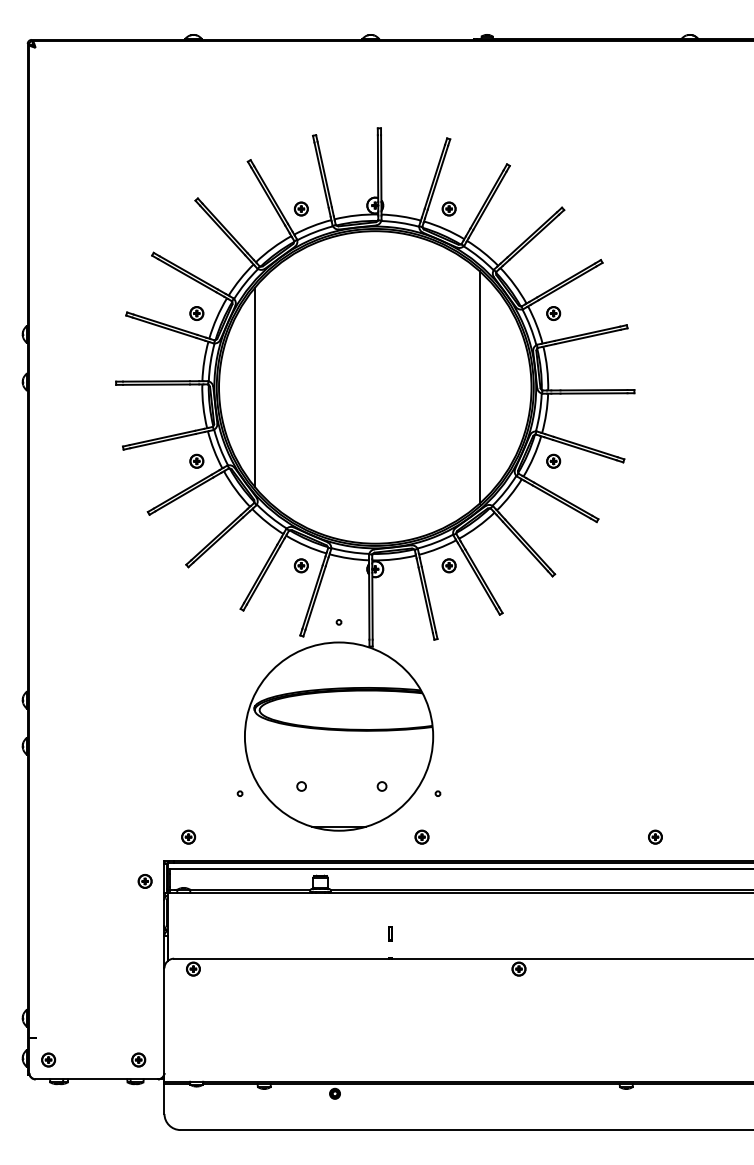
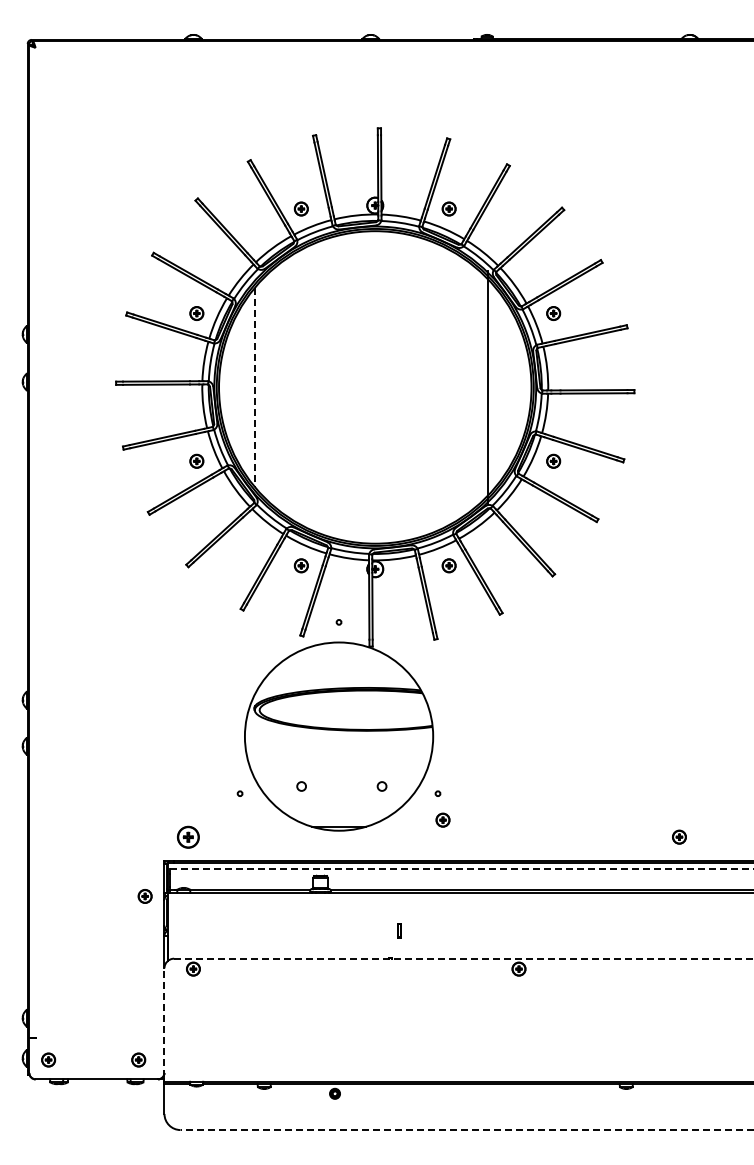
line at (254, 387): solid -> dashed
line at (479, 387) position: (479, 387) -> (487, 387)
part at (188, 836) size: 16x16 px -> 23x24 px
part at (421, 836) position: (421, 836) -> (442, 819)
part at (655, 836) position: (655, 836) -> (679, 836)
line at (461, 868): solid -> dashed
part at (144, 881) position: (144, 881) -> (144, 896)
part at (390, 933) position: (390, 933) -> (399, 930)
line at (463, 958): solid -> dashed
line at (164, 1022): solid -> dashed
line at (466, 1130): solid -> dashed
